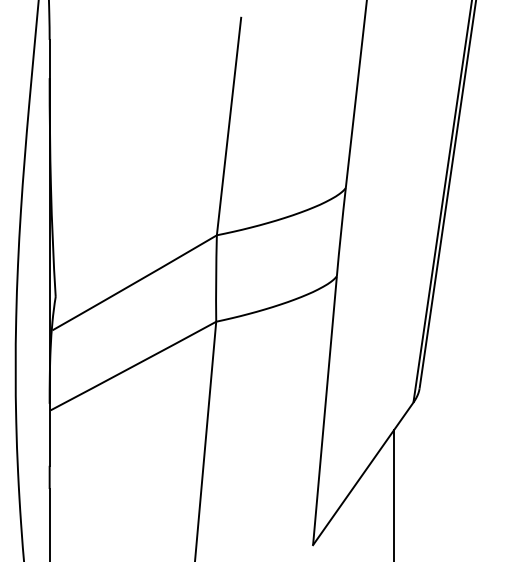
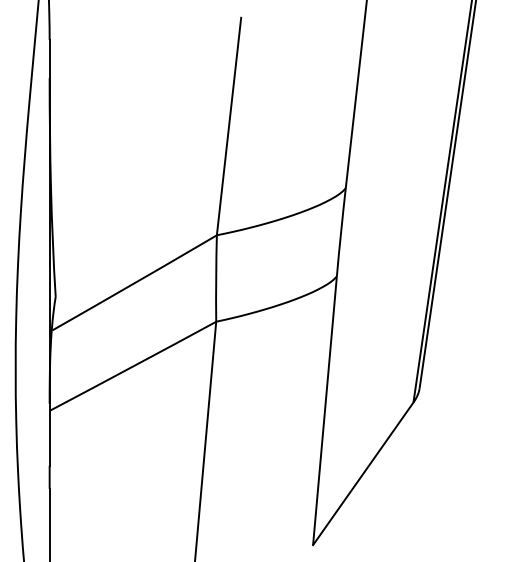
line at (394, 493): present -> none
